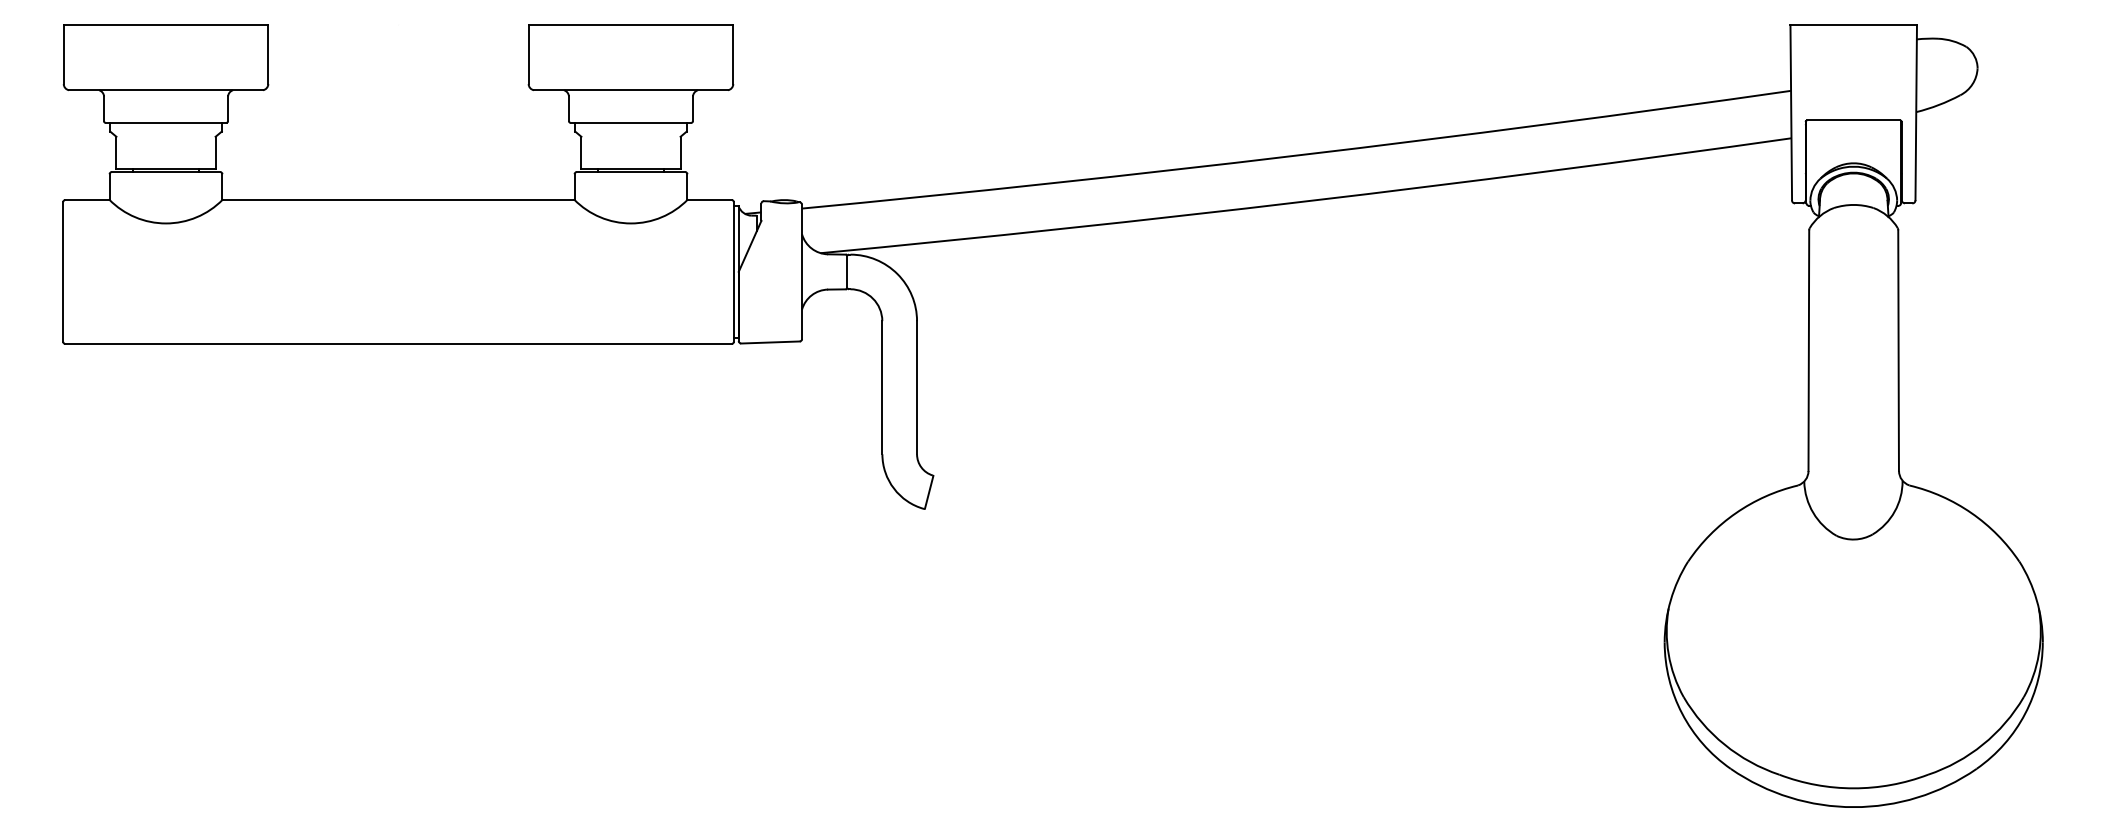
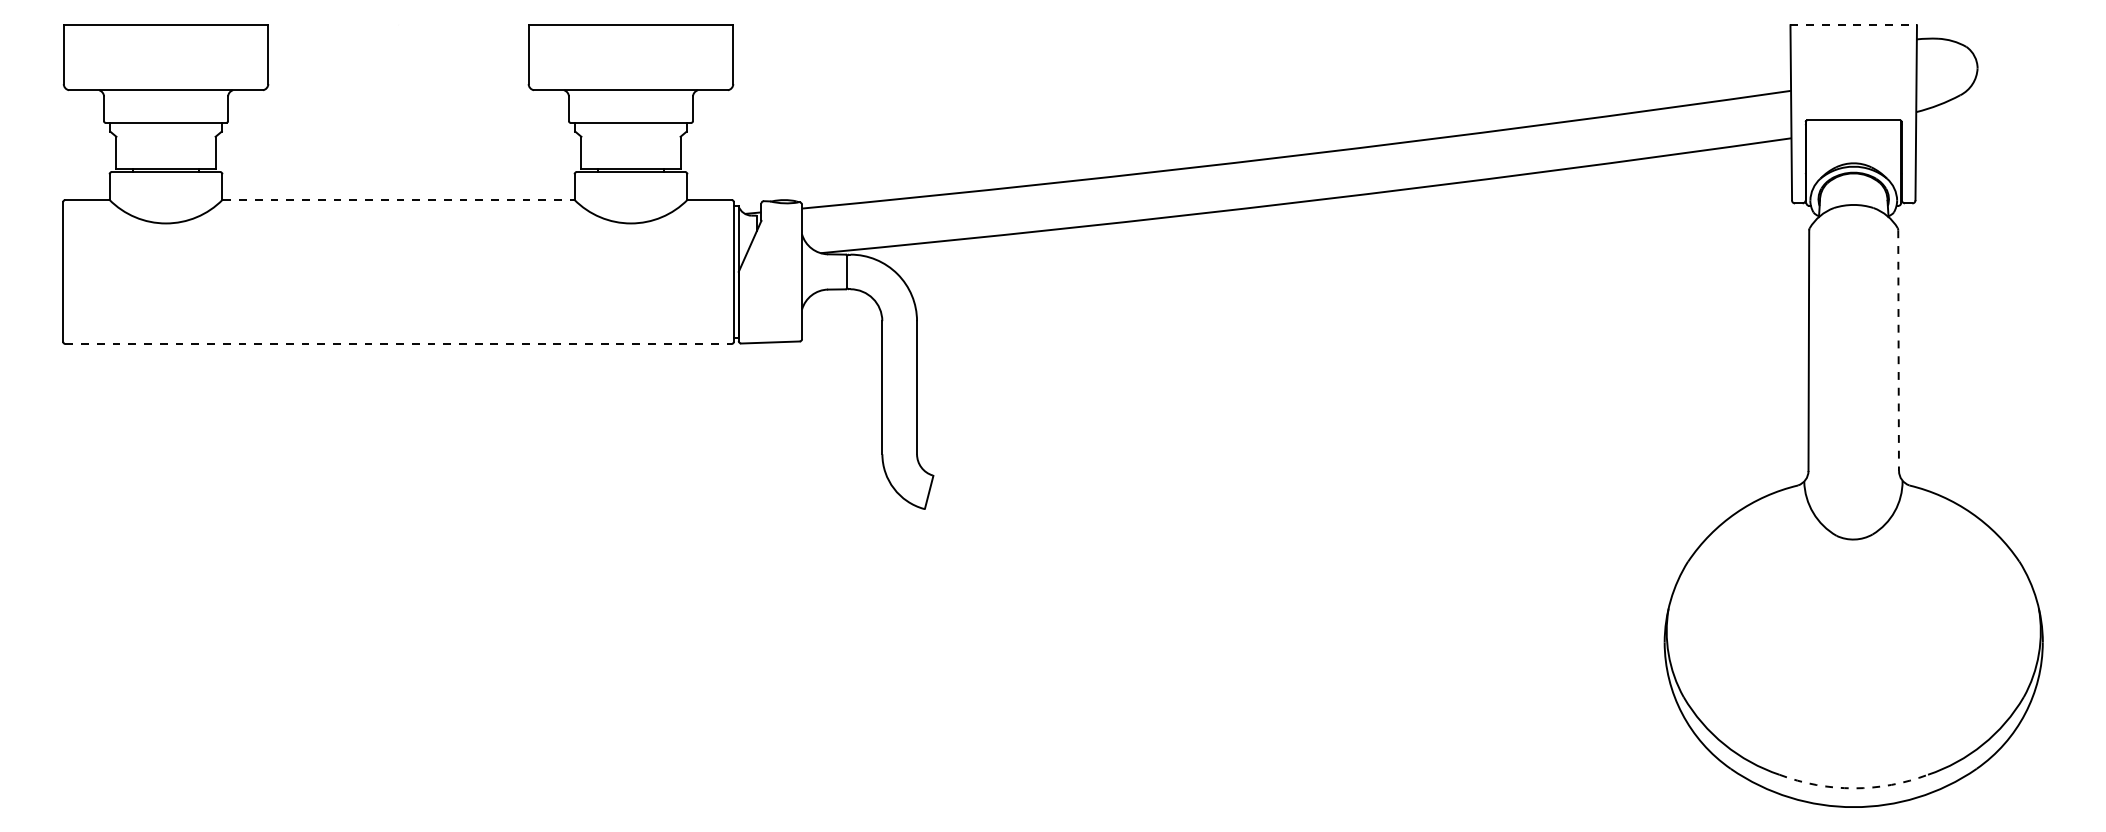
line at (1854, 25): solid -> dashed
line at (398, 200): solid -> dashed
line at (399, 343): solid -> dashed
line at (1898, 351): solid -> dashed
arc at (1853, 788): solid -> dashed
